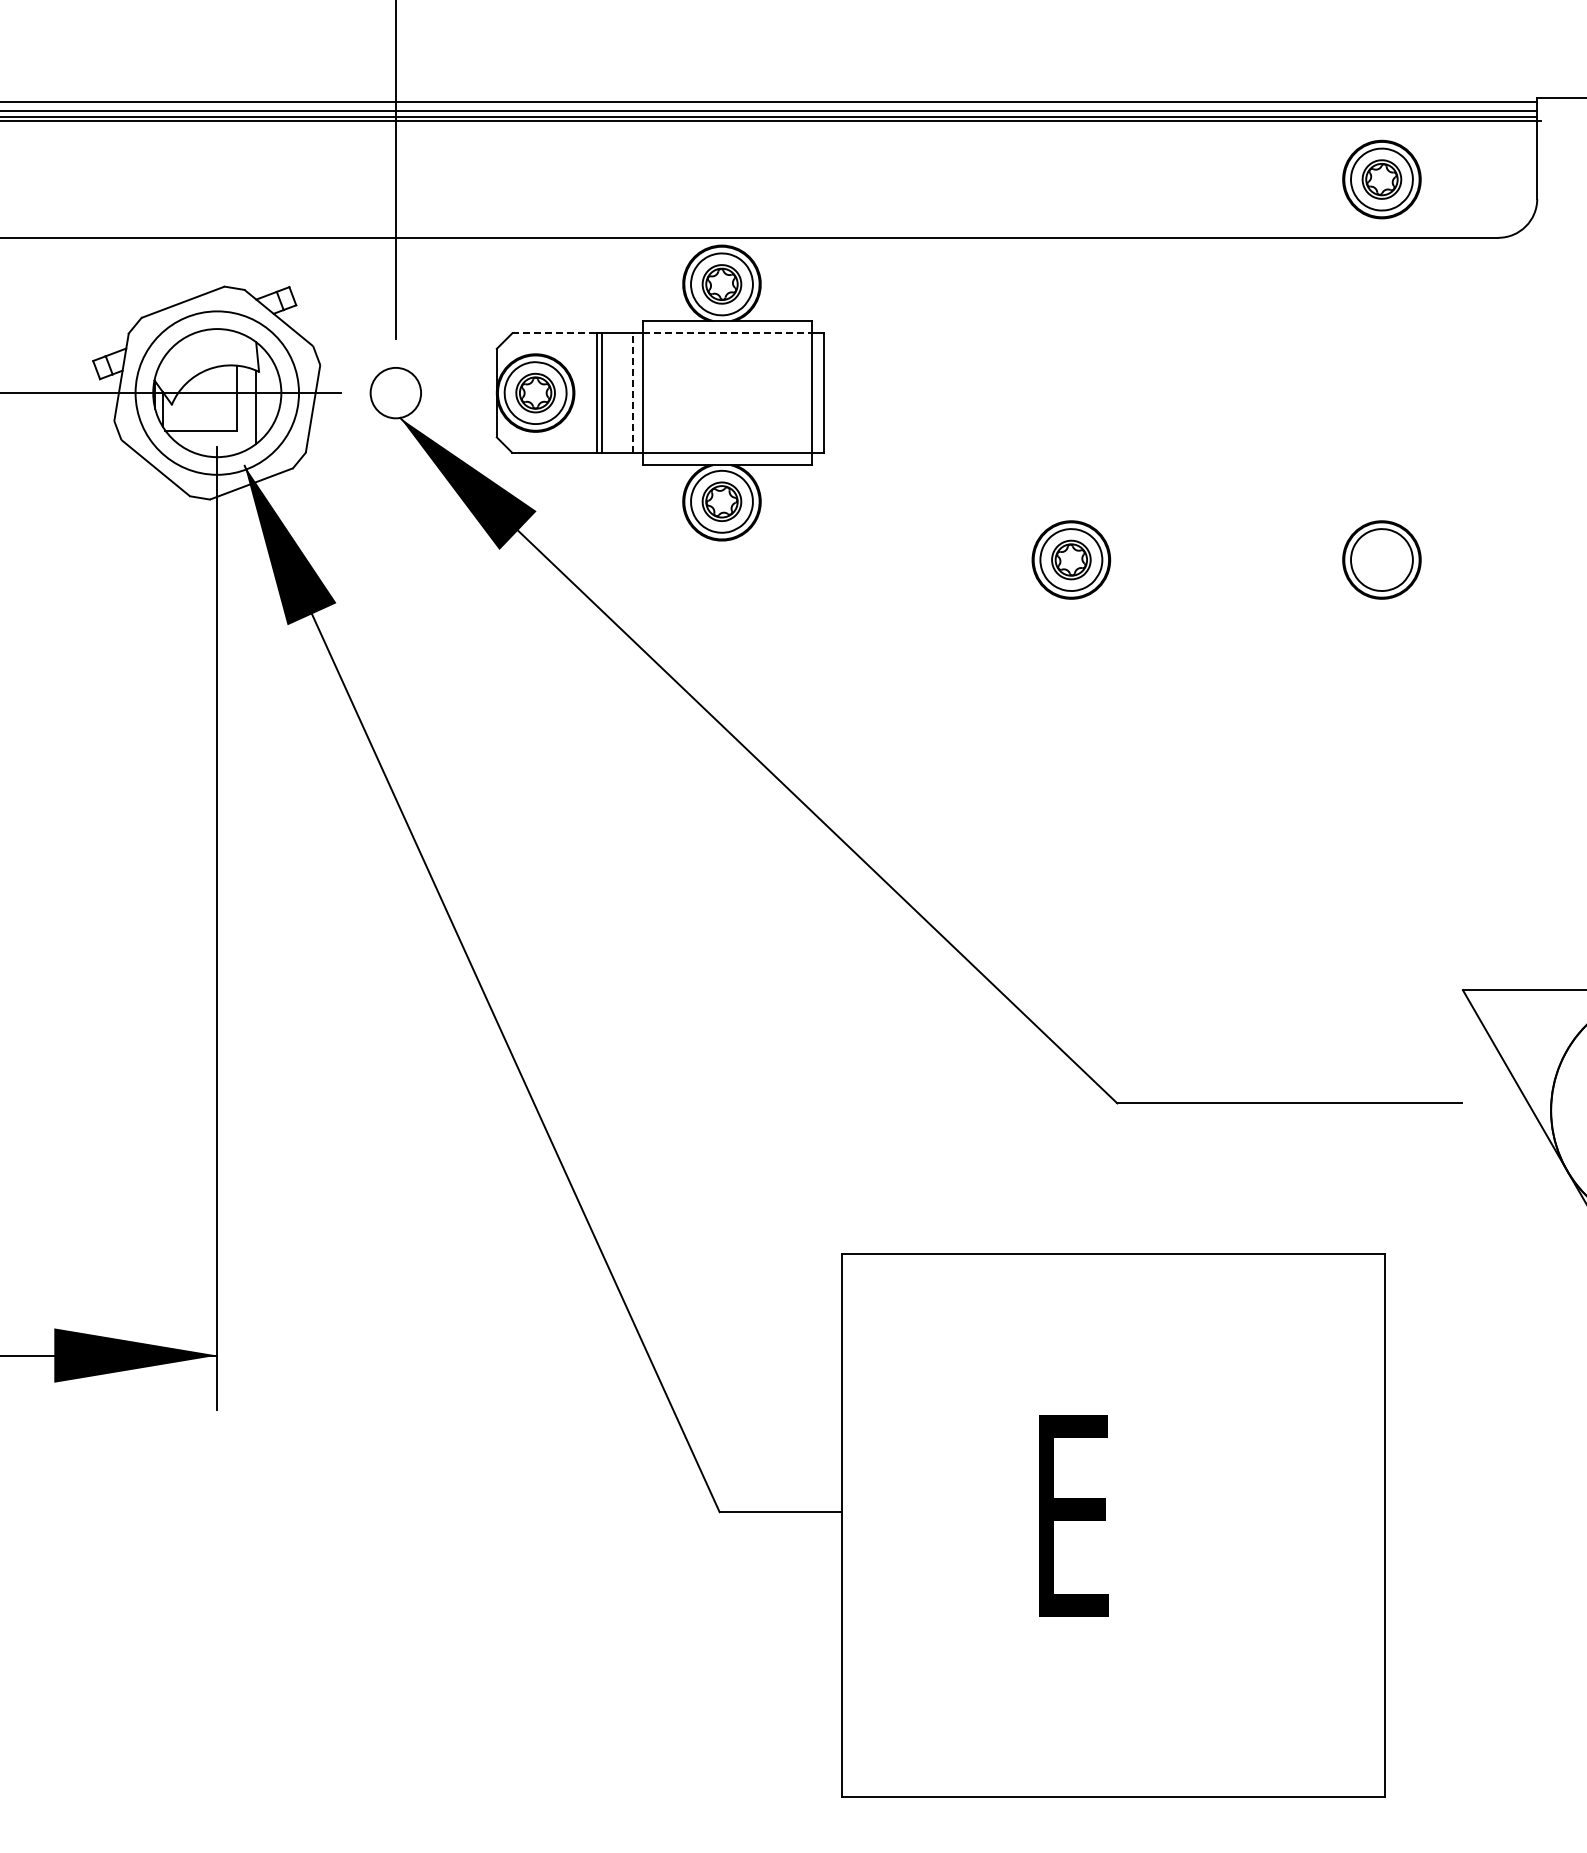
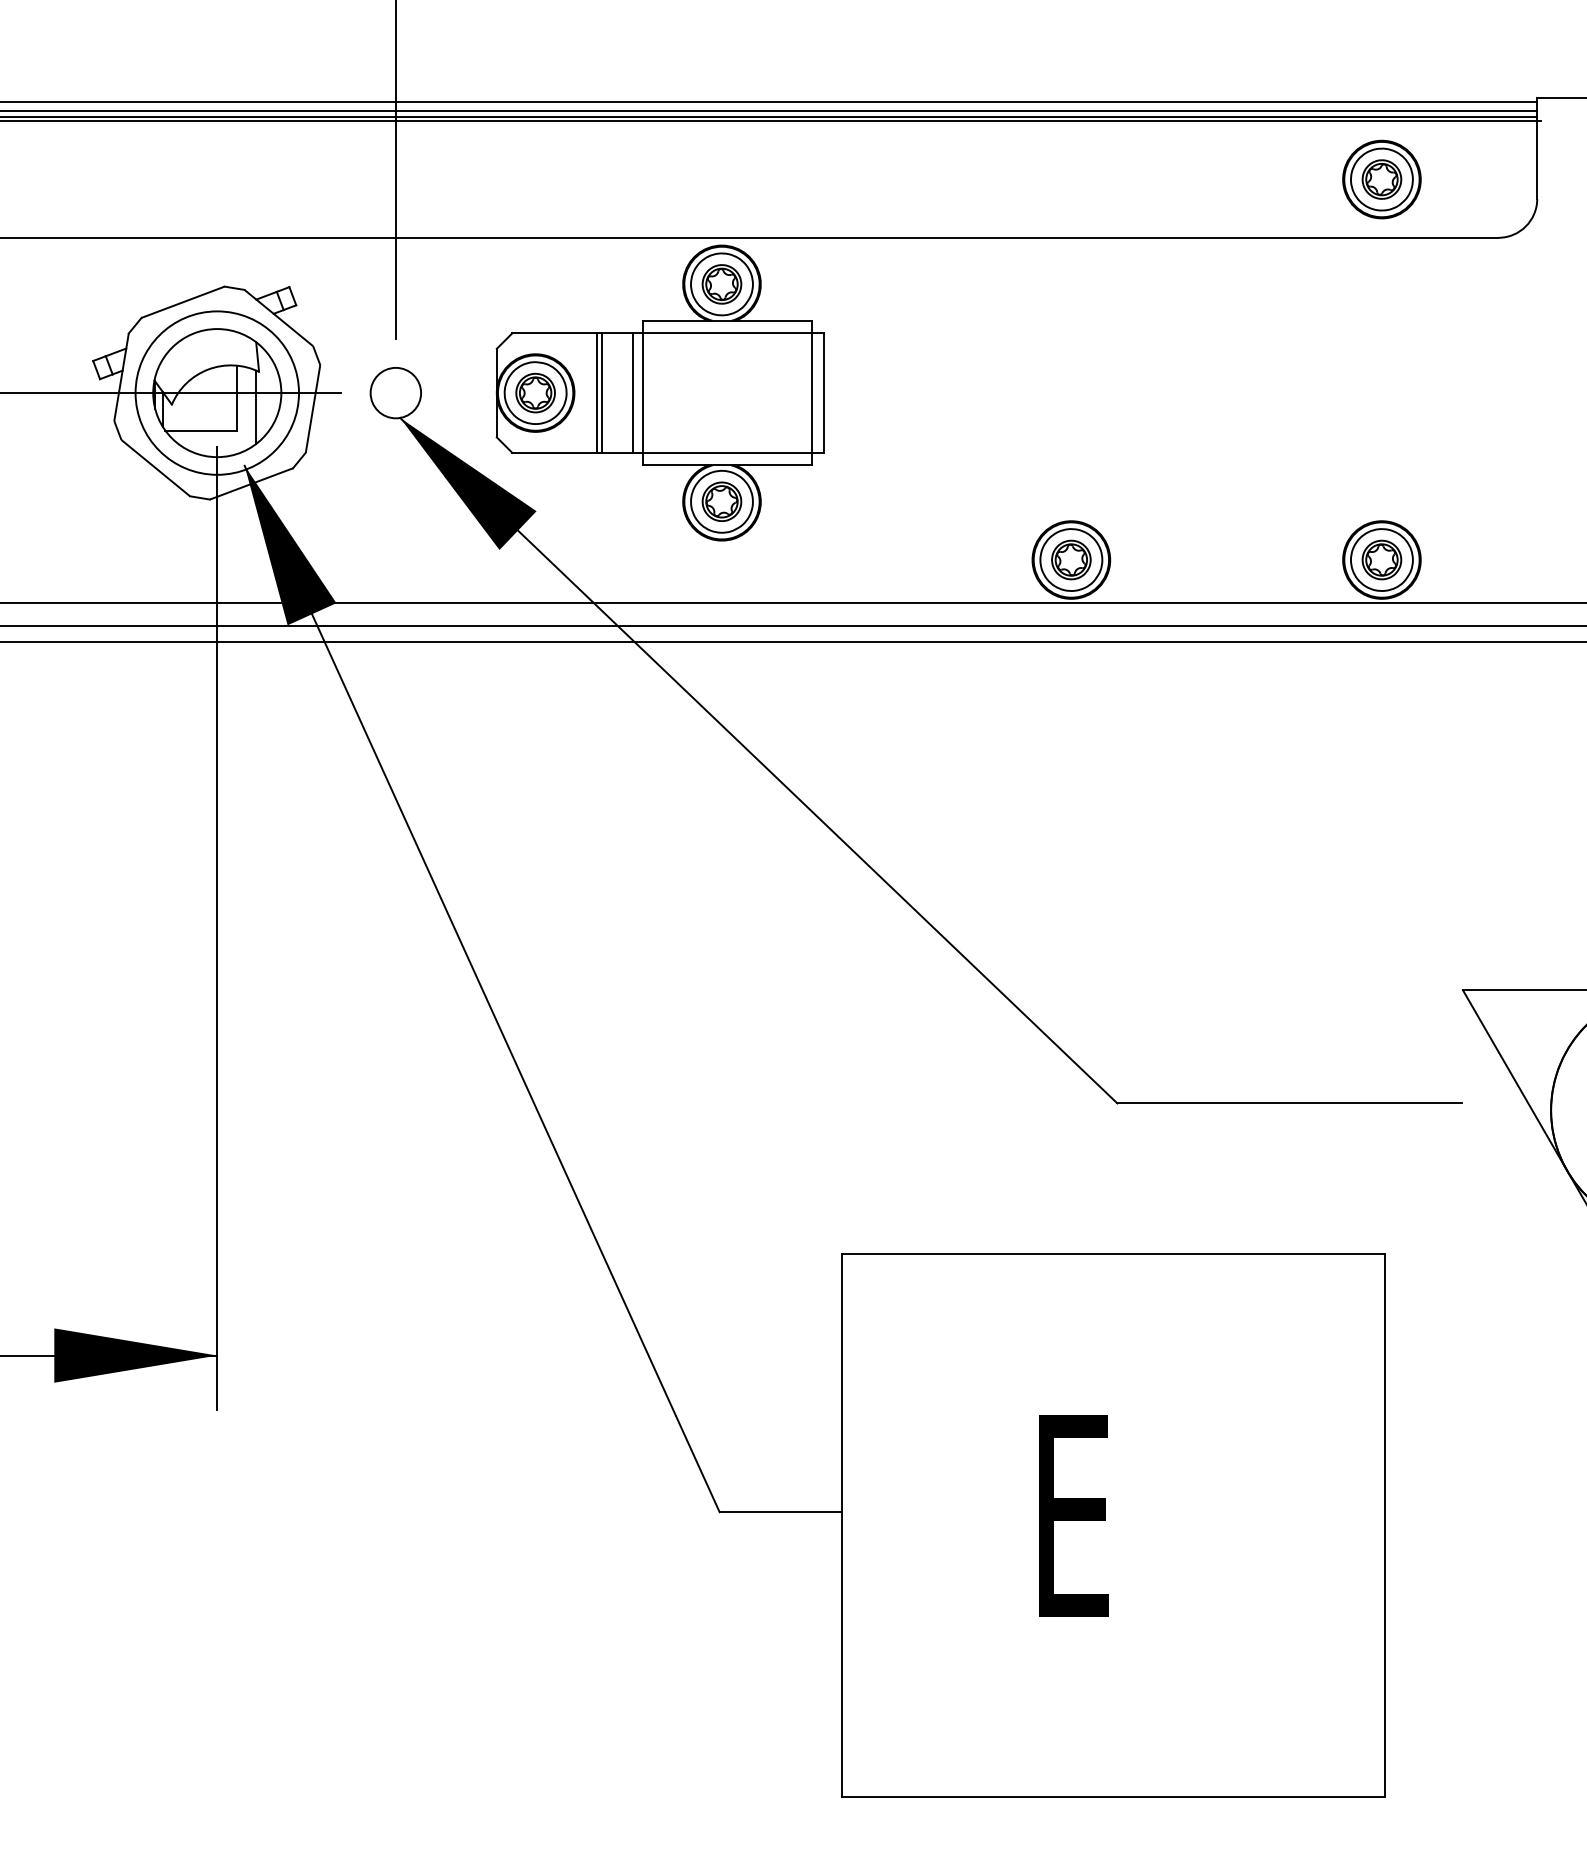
line at (554, 333): dashed -> solid
line at (728, 333): dashed -> solid
line at (632, 393): dashed -> solid
part at (1381, 559): none -> present
line at (792, 602): none -> present
line at (792, 626): none -> present
line at (792, 641): none -> present
